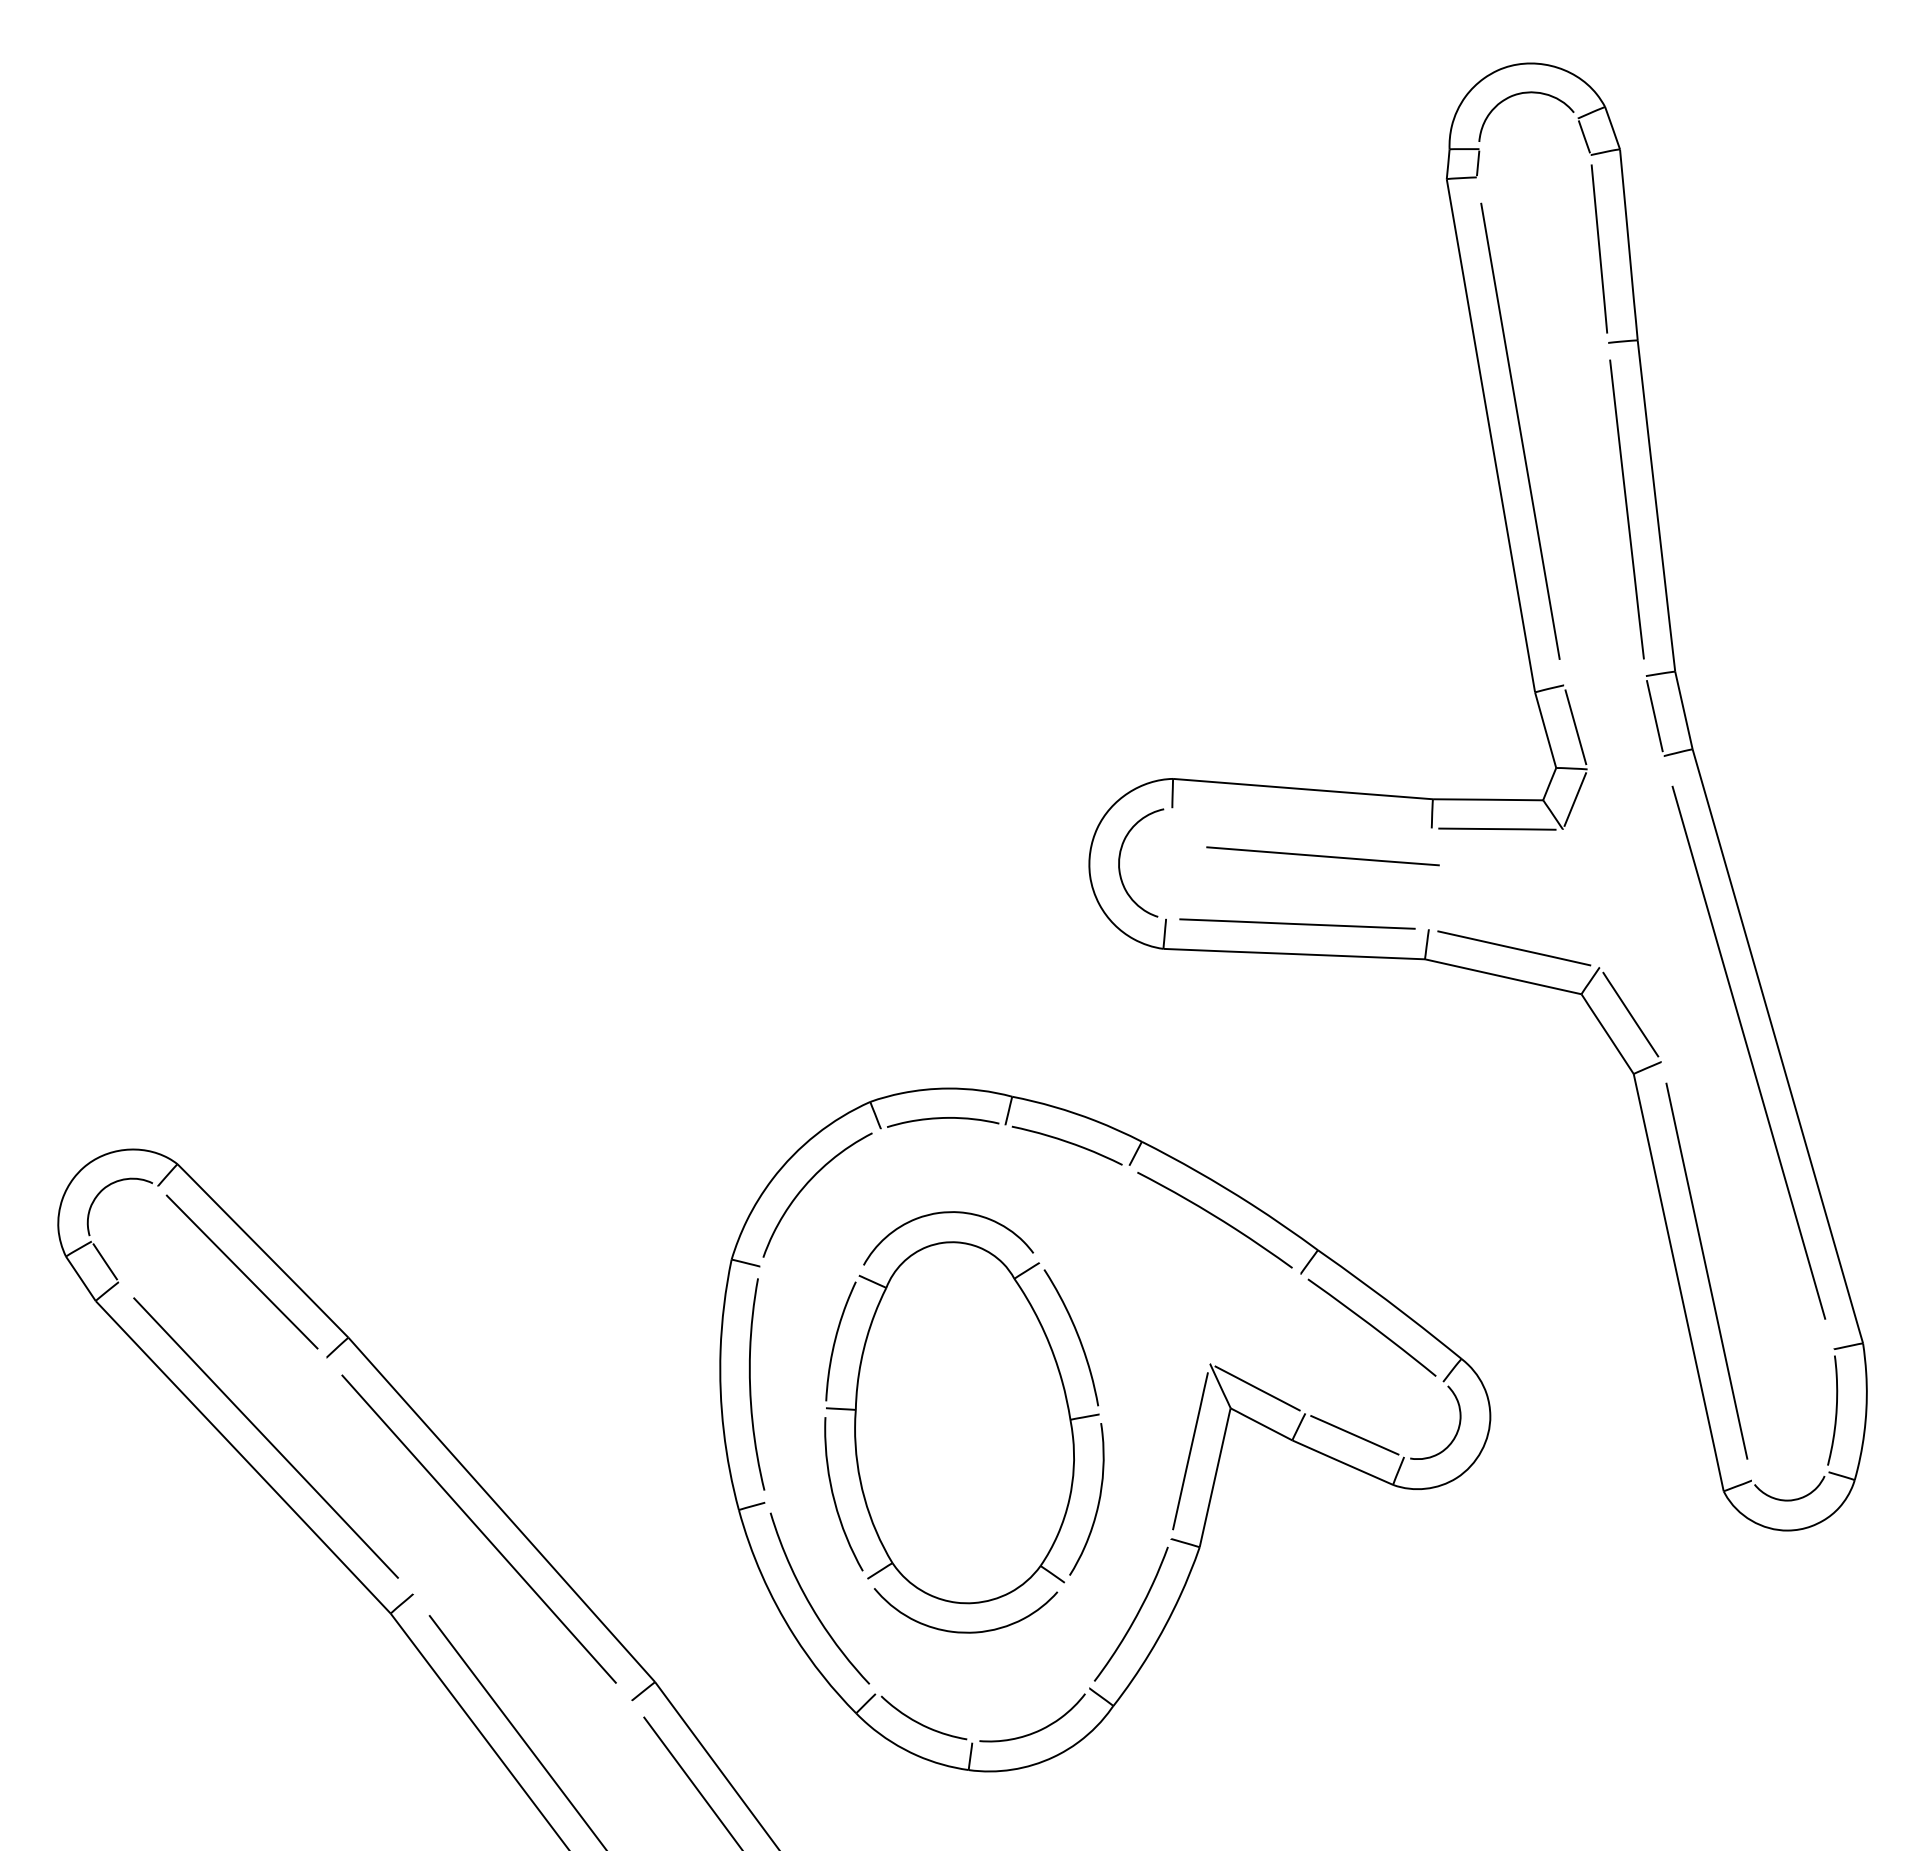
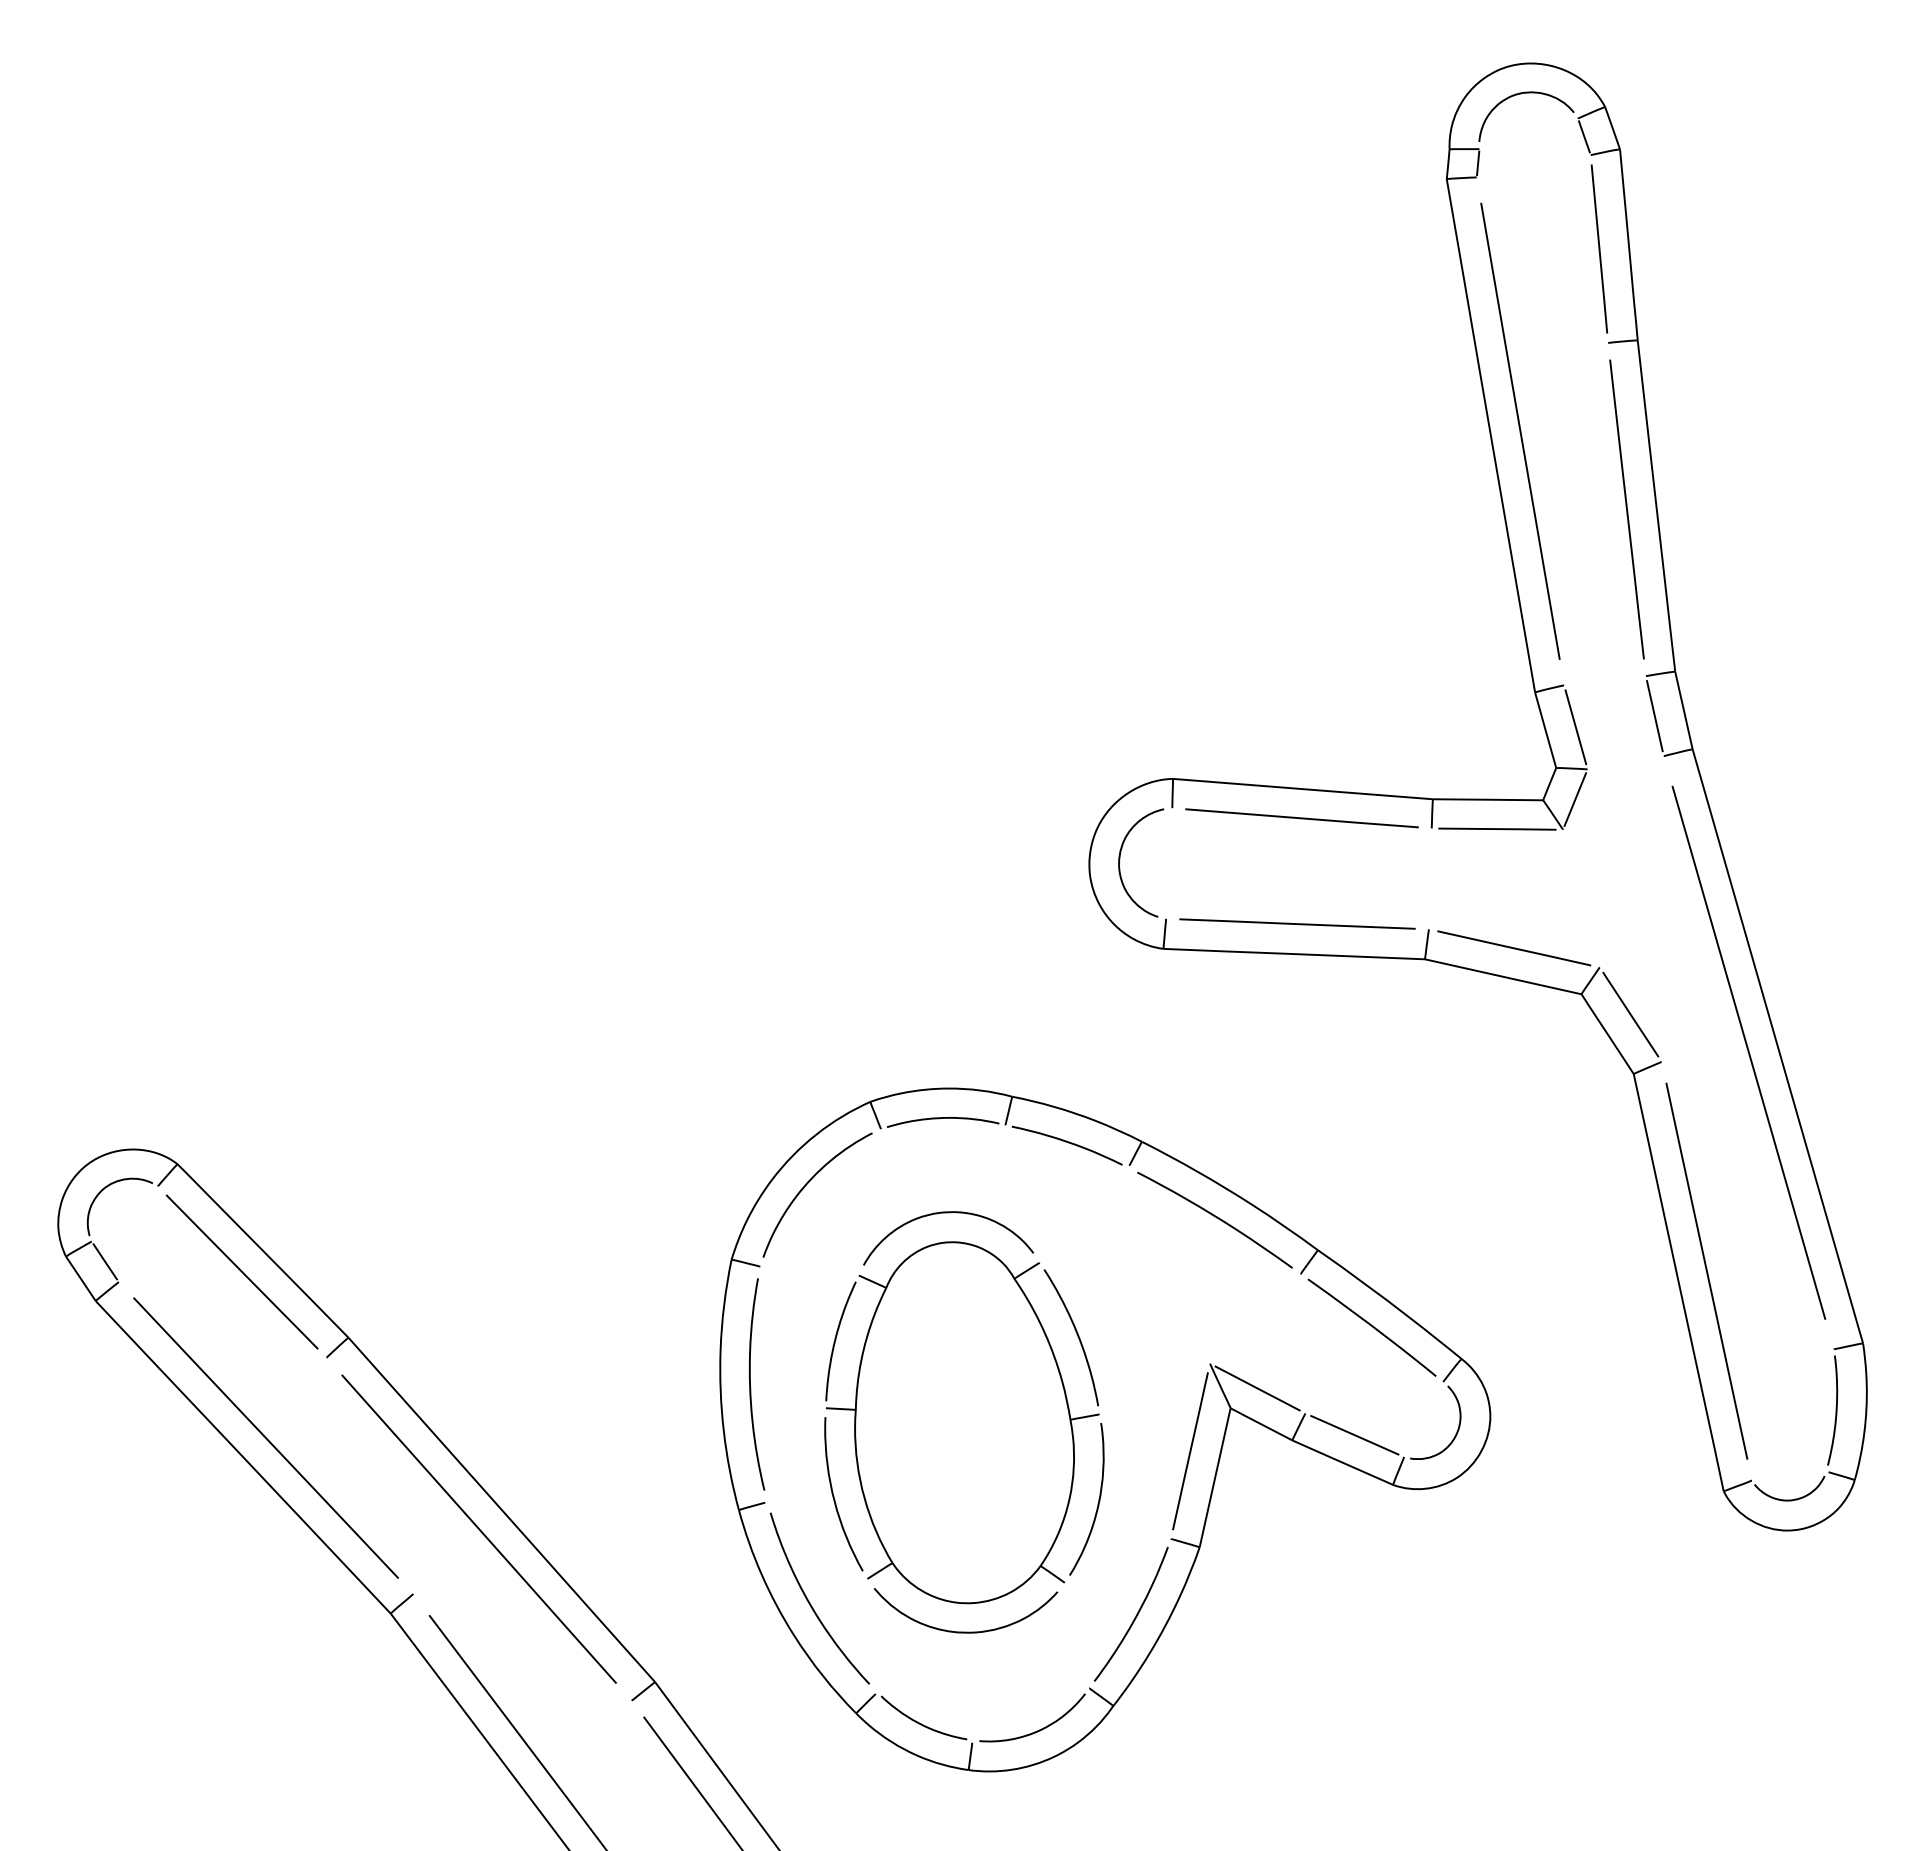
line at (1322, 856) position: (1322, 856) -> (1301, 818)
